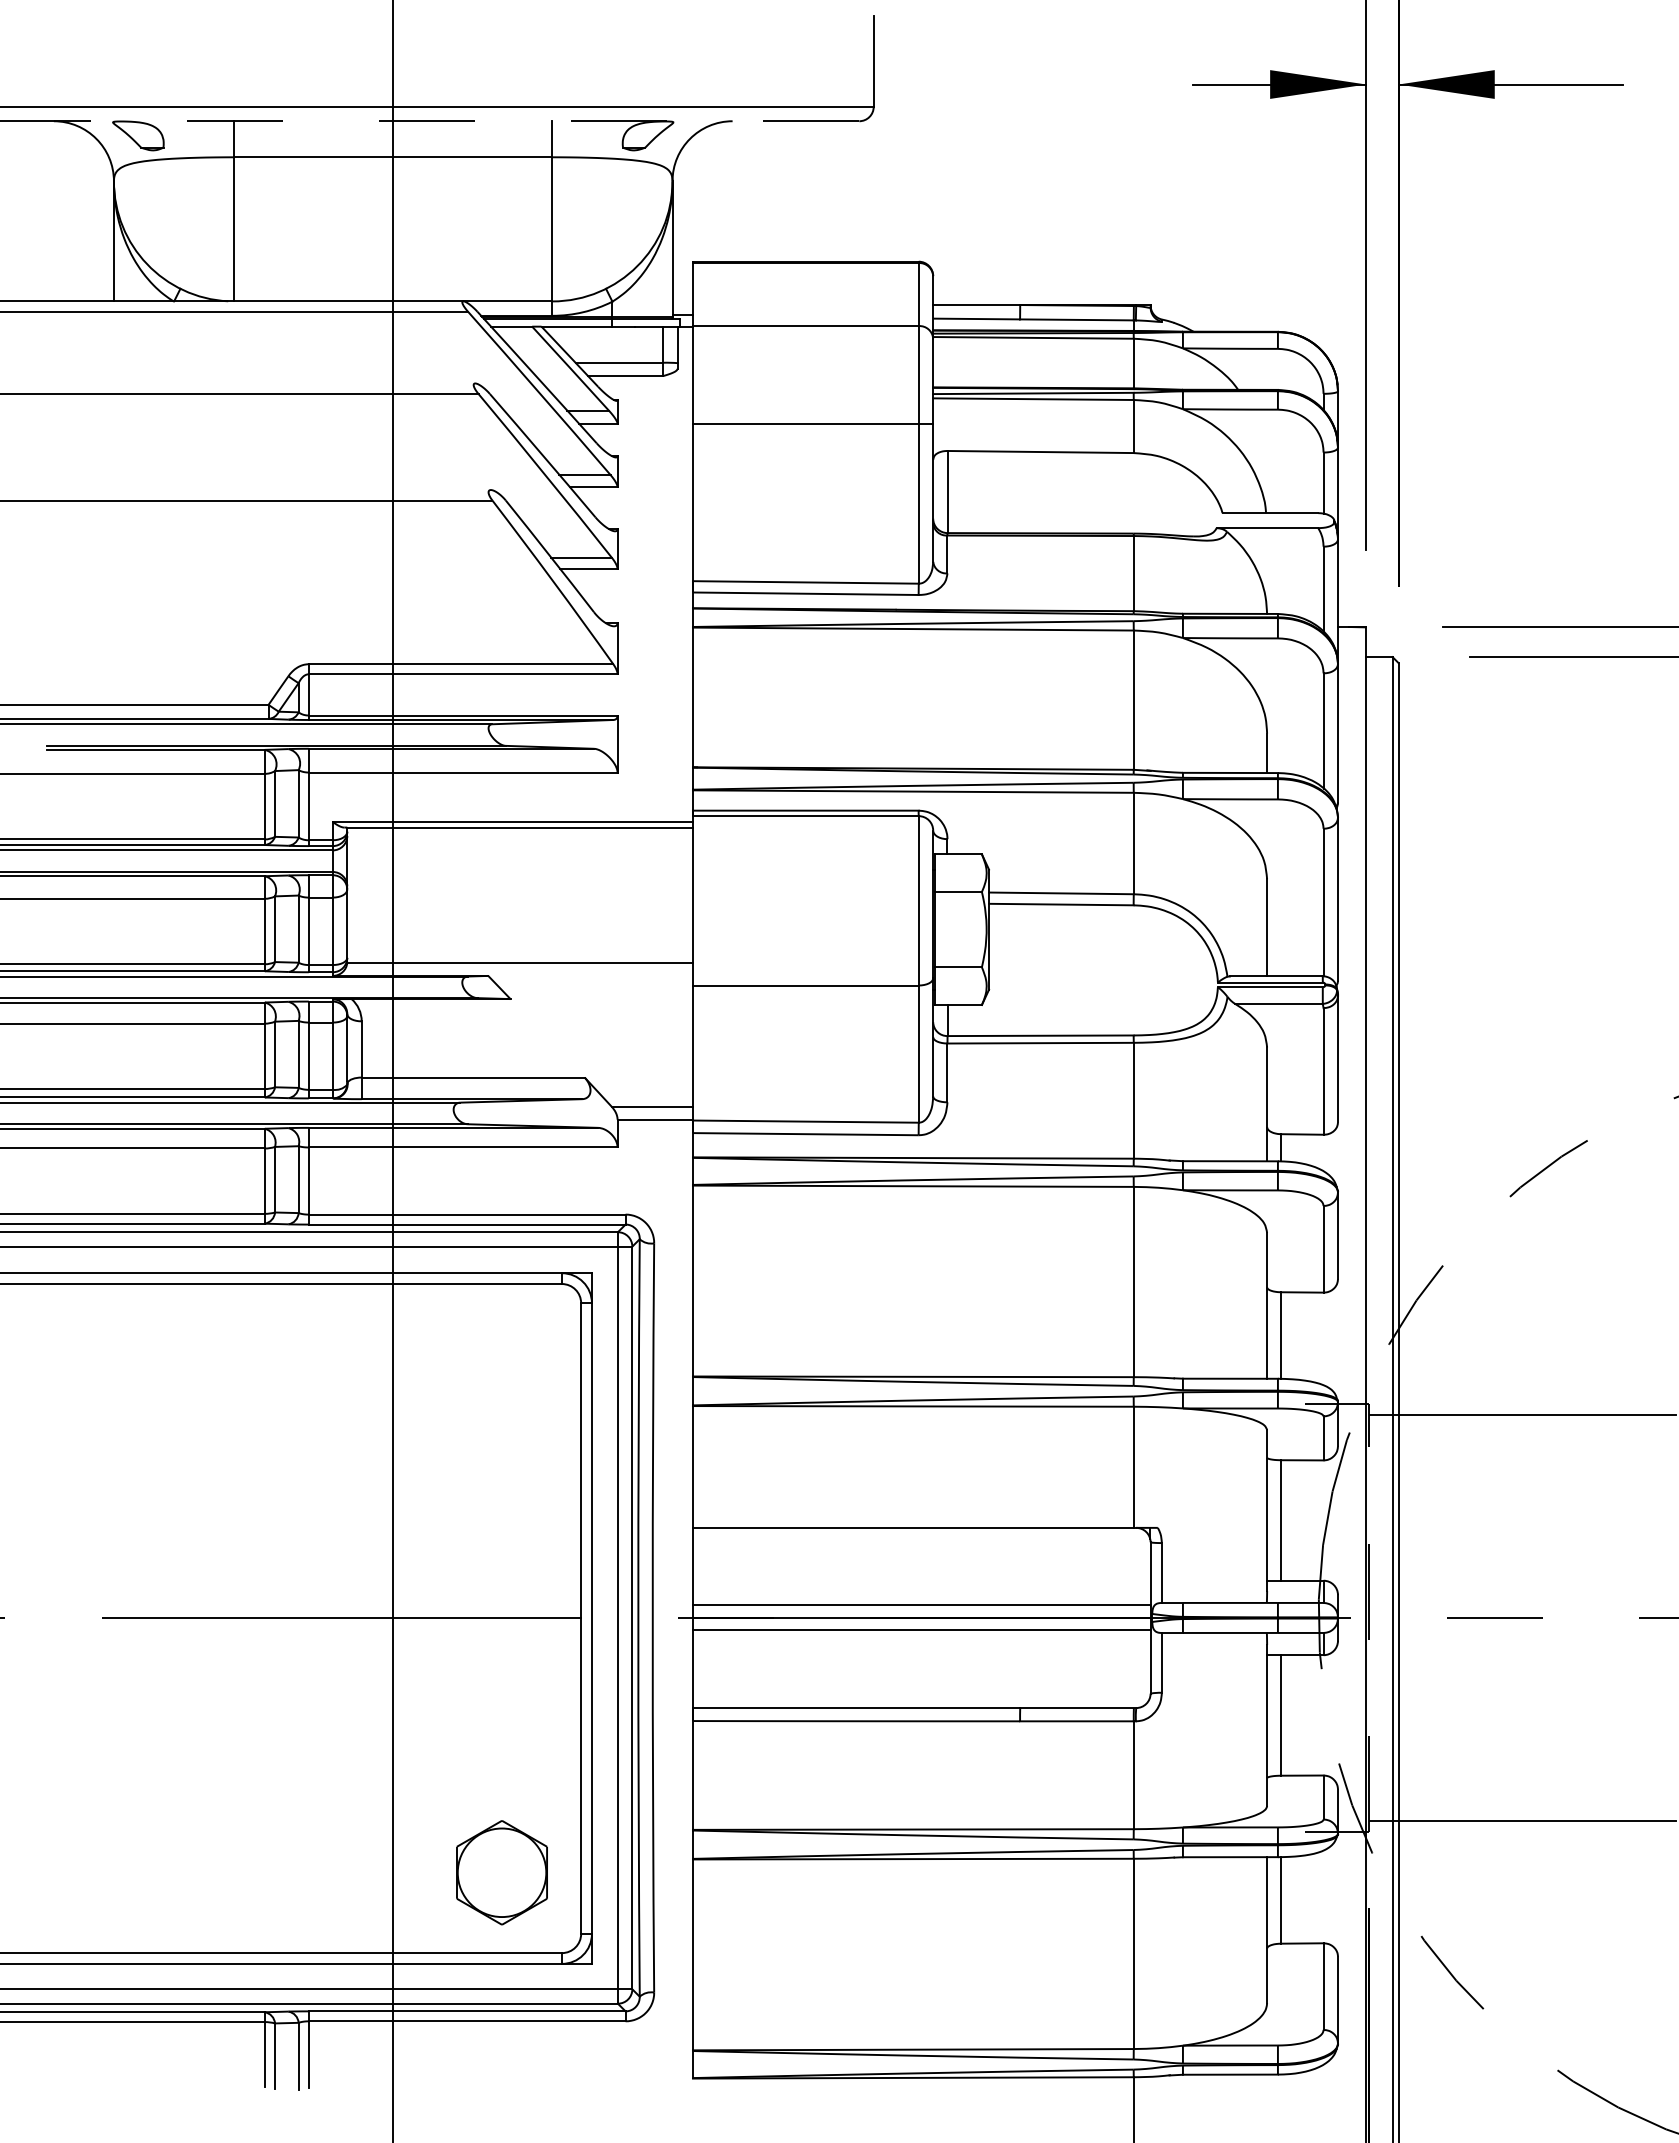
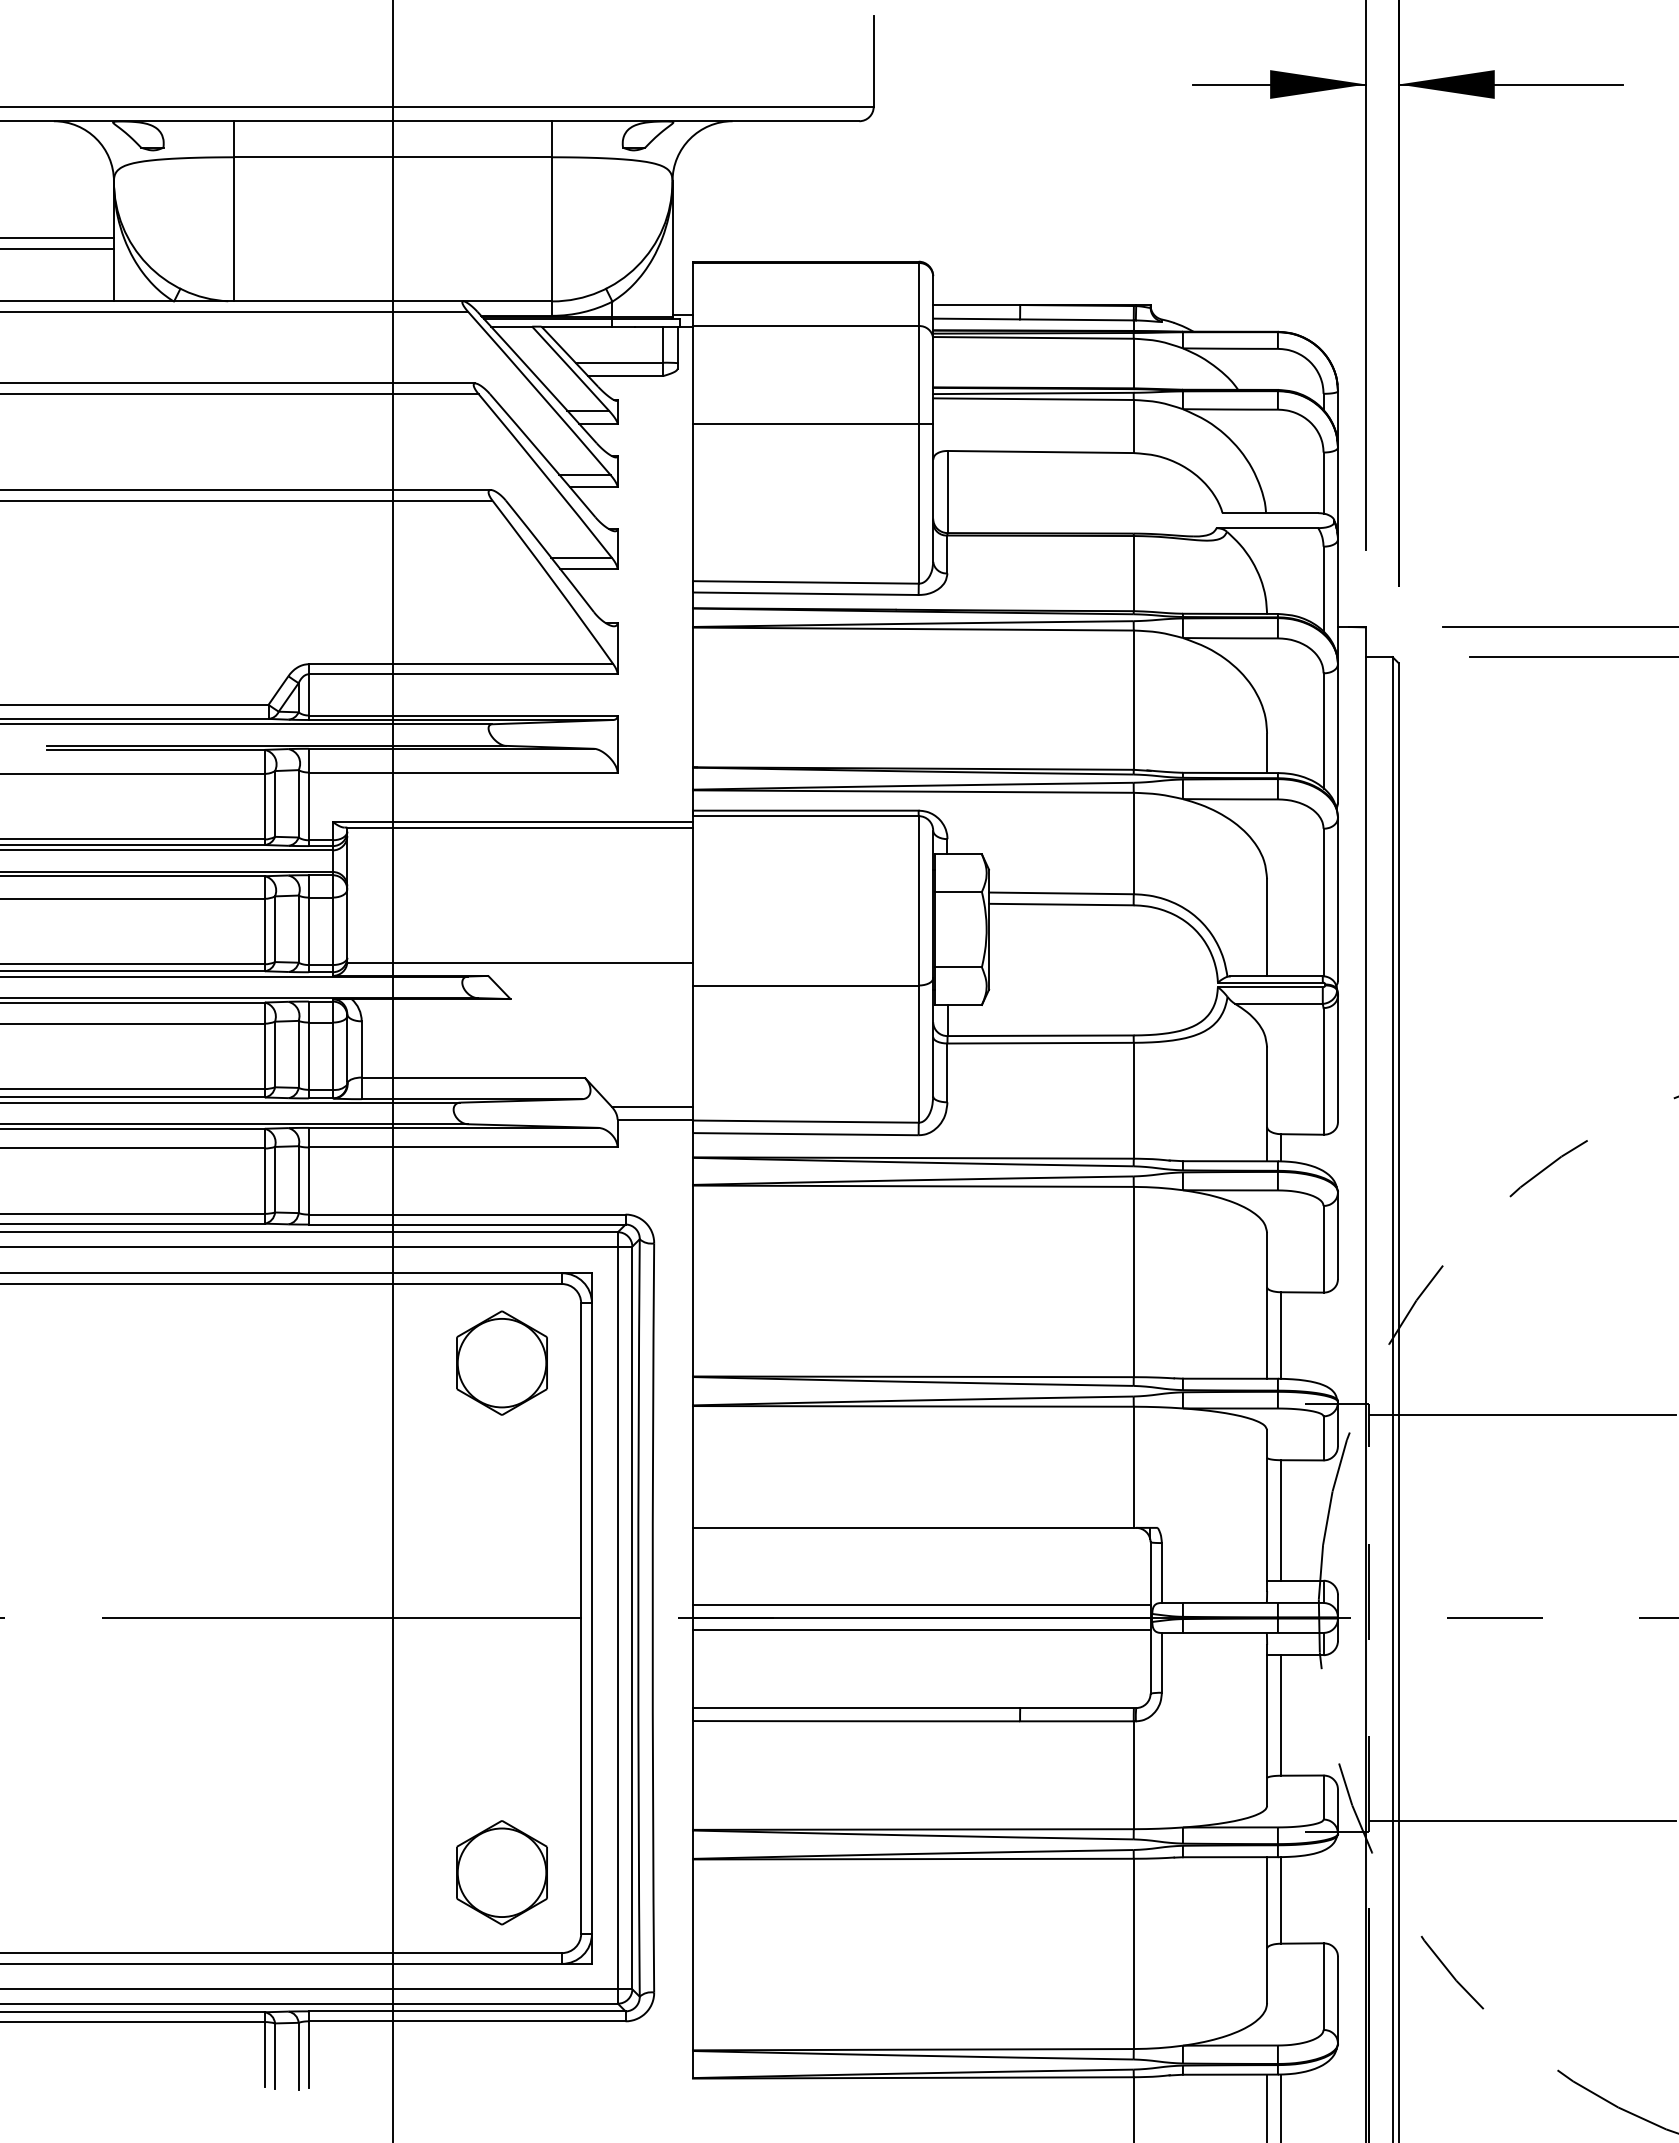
line at (429, 121): dashed -> solid
line at (57, 238): none -> present
line at (57, 248): none -> present
line at (238, 383): none -> present
line at (246, 490): none -> present
part at (501, 1362): none -> present
line at (1267, 2106): none -> present
line at (1281, 2106): none -> present
